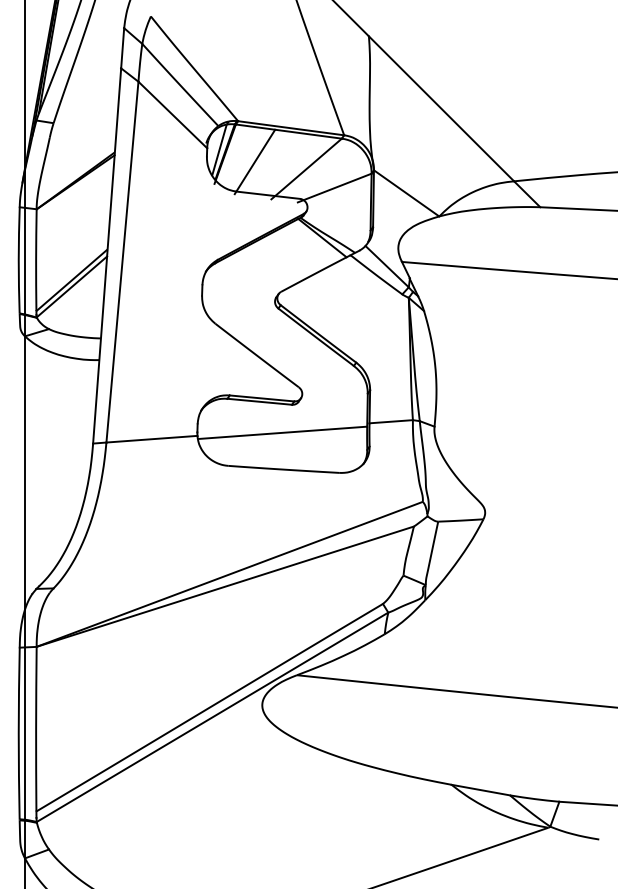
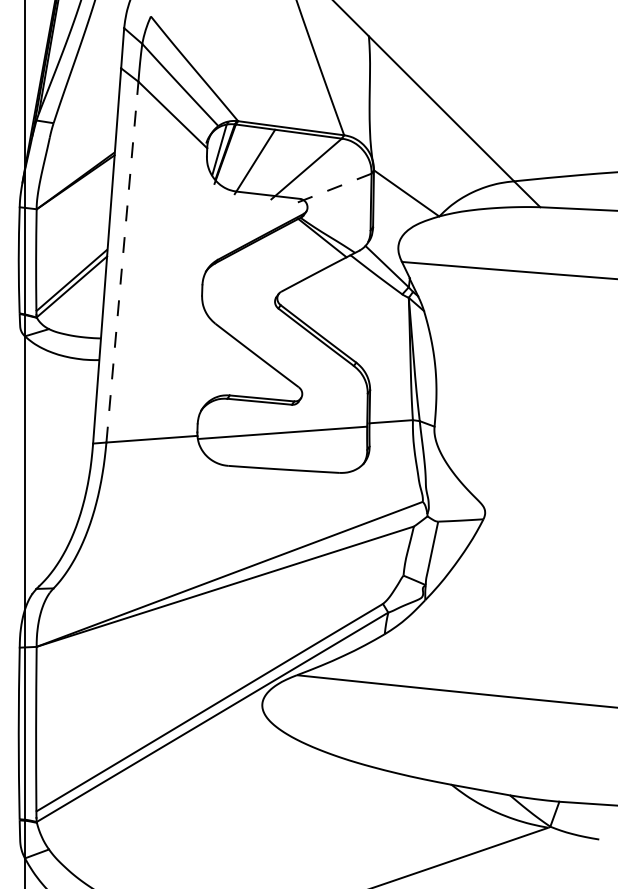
line at (334, 188): solid -> dashed
line at (122, 261): solid -> dashed
